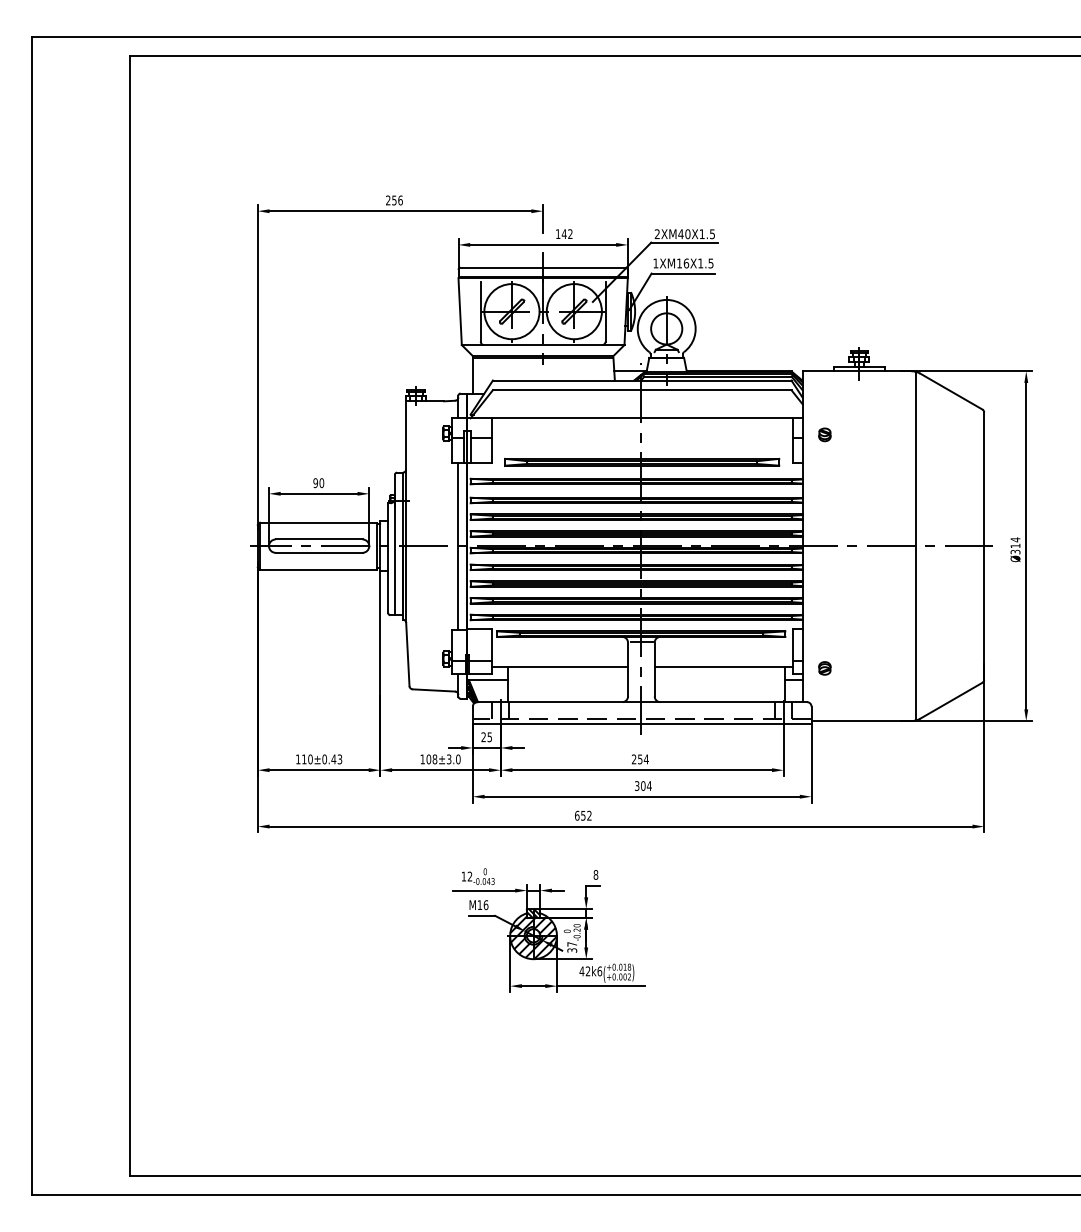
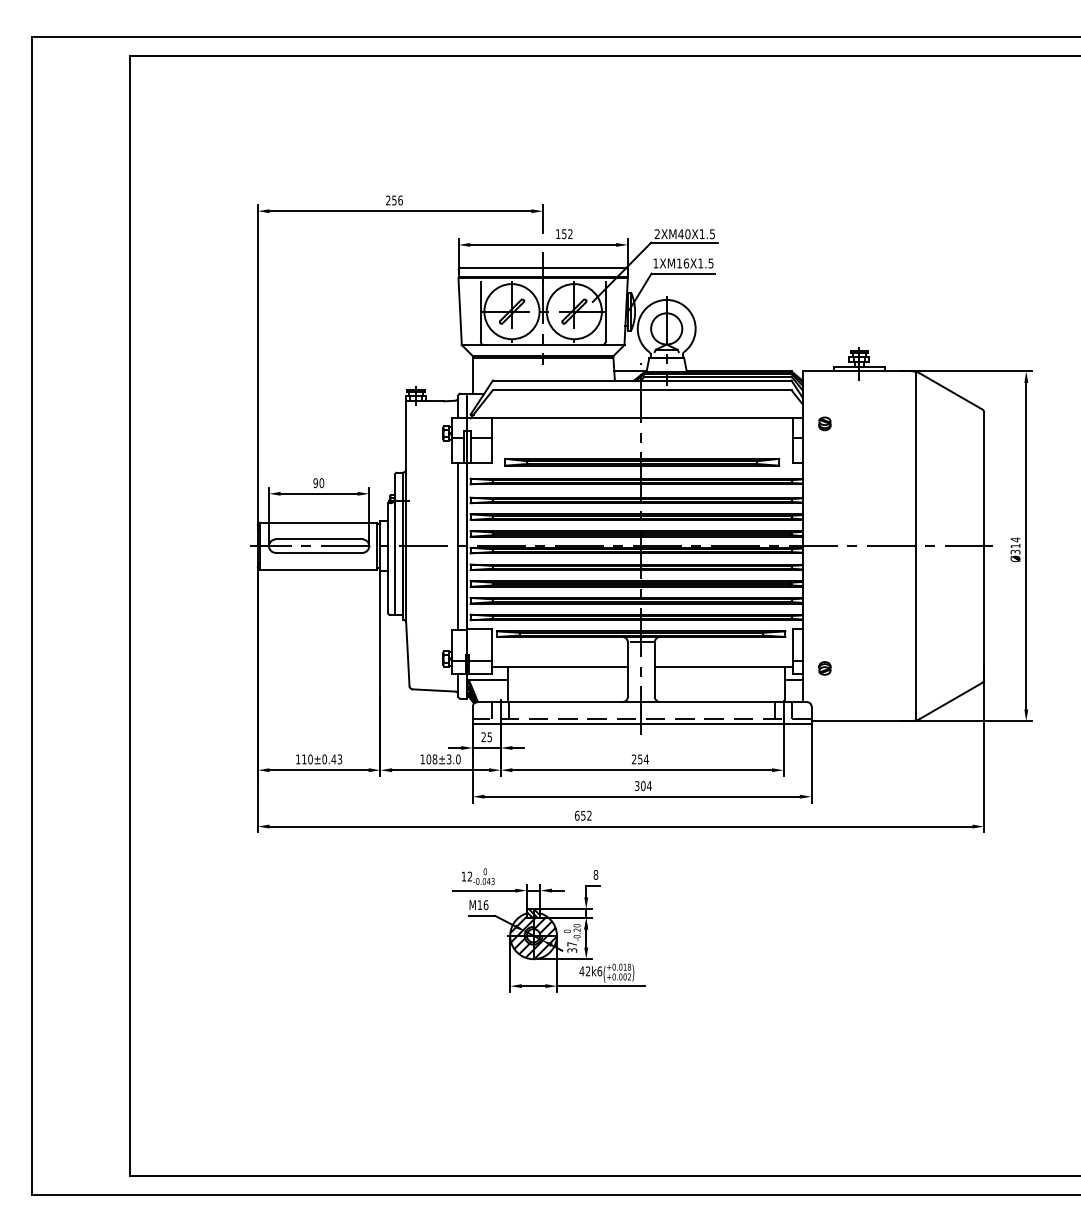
text at (563, 234): 142 -> 152
part at (824, 434) position: (824, 434) -> (824, 423)
